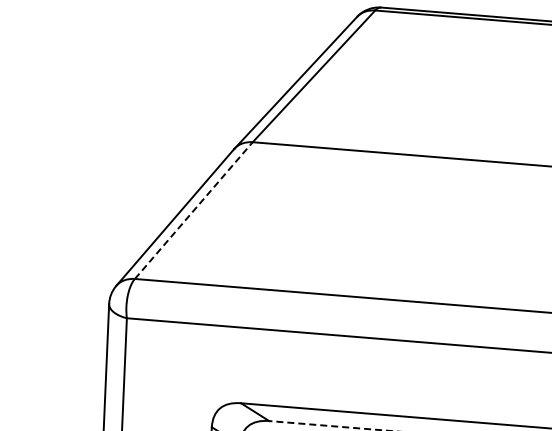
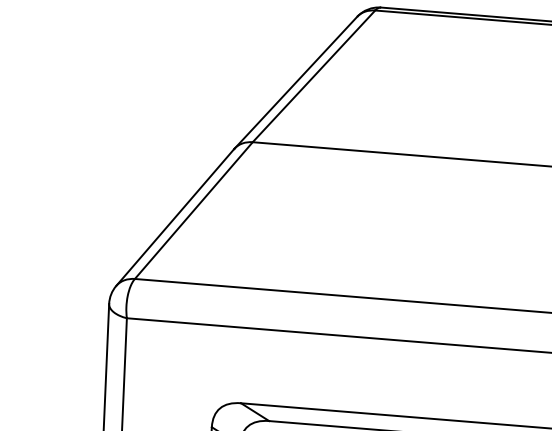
line at (194, 210): dashed -> solid
line at (329, 426): dashed -> solid
